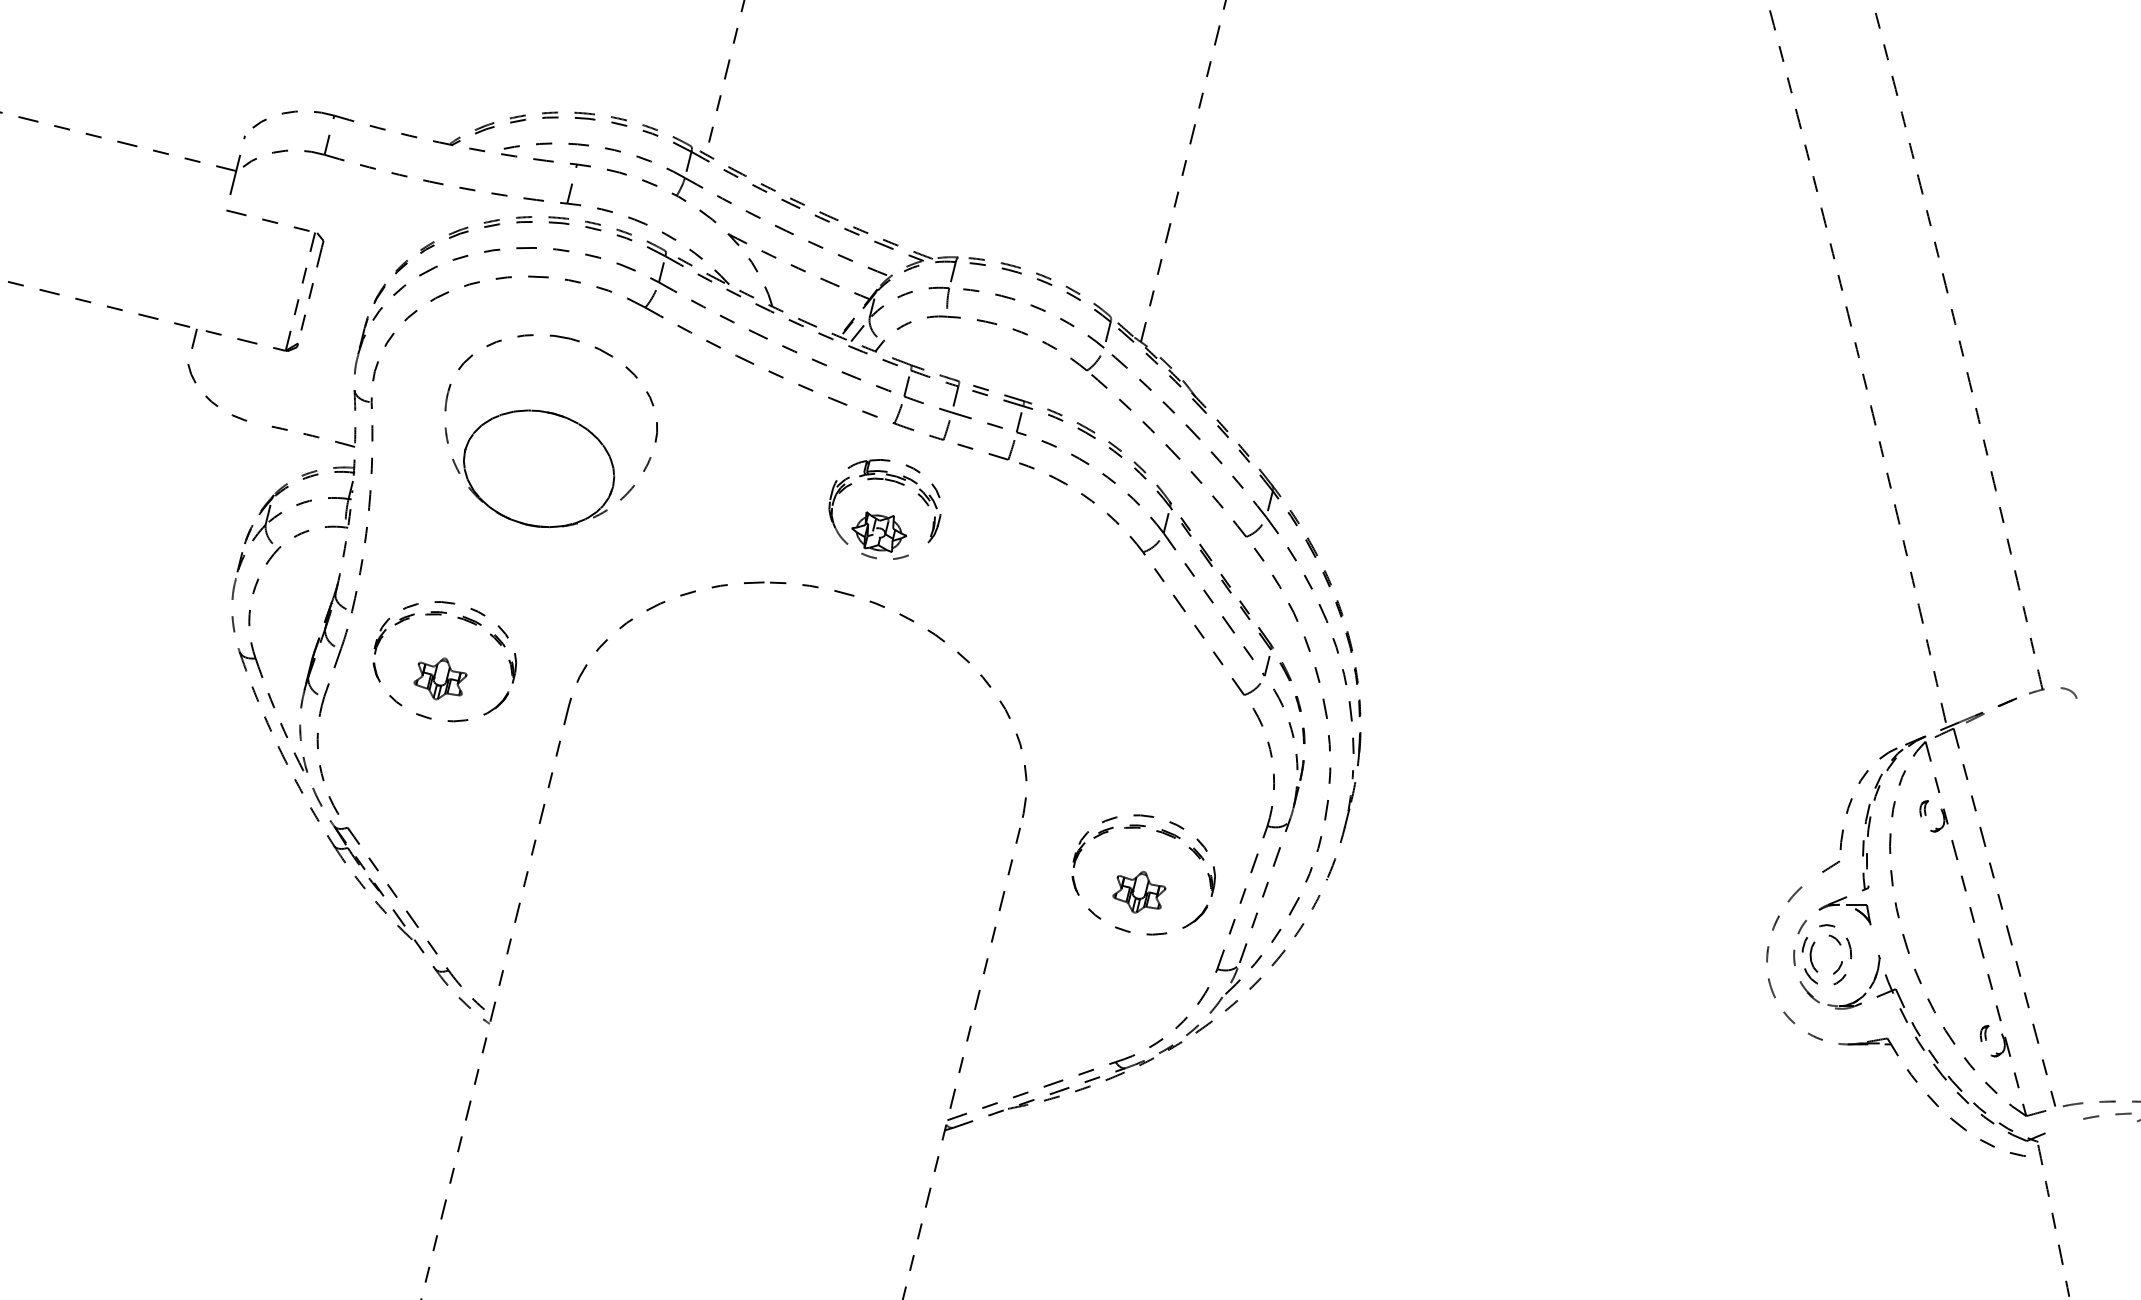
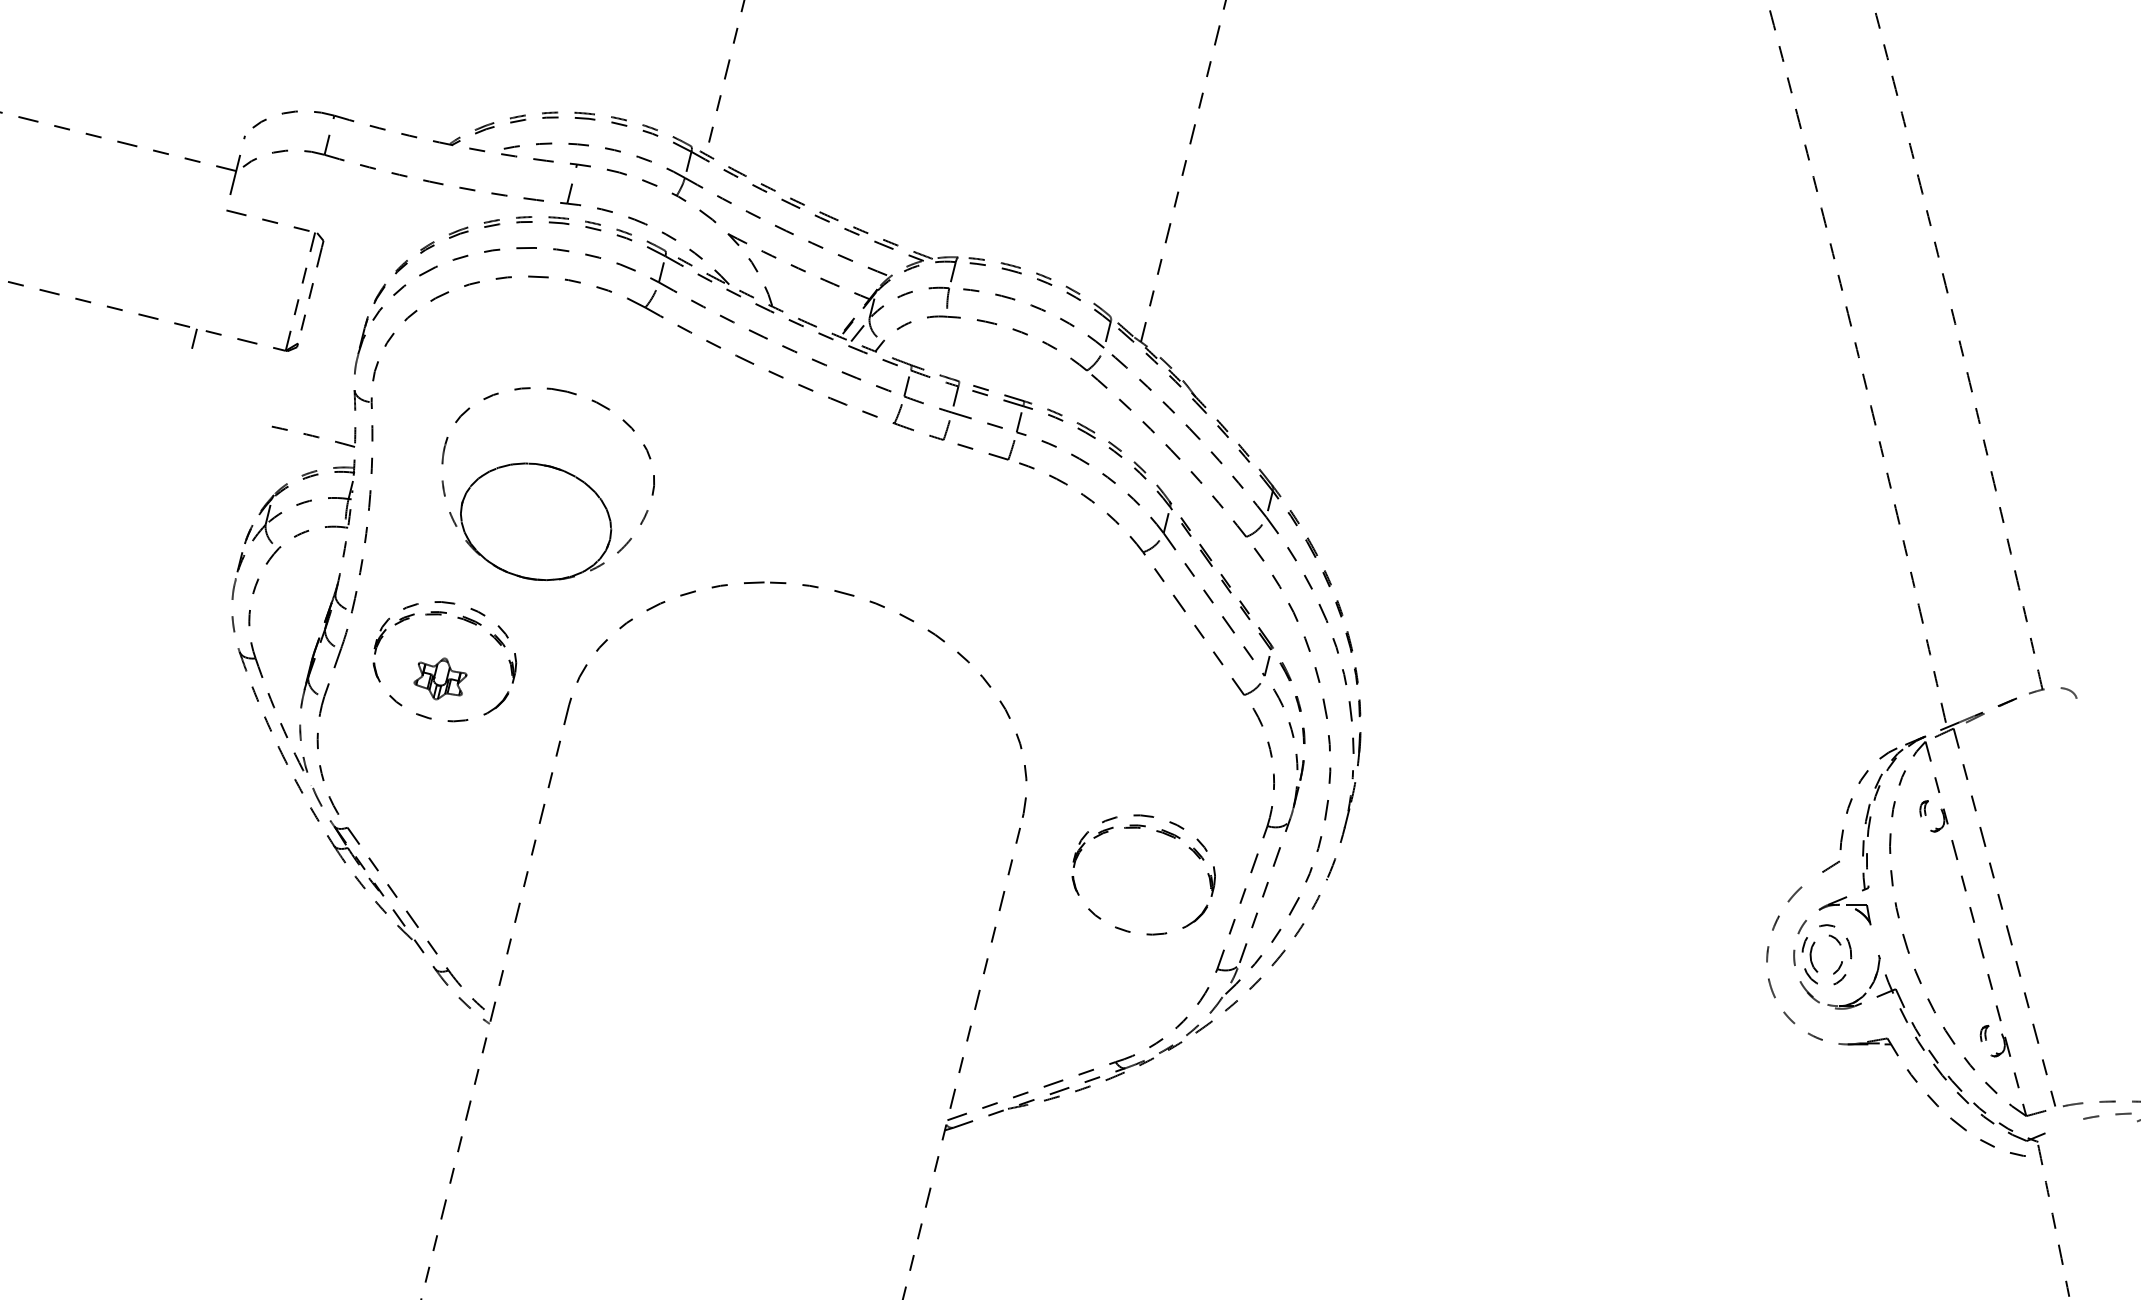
curve at (209, 398): present -> none
part at (550, 430) position: (550, 430) -> (547, 483)
part at (884, 509): present -> none
part at (1139, 891): present -> none
